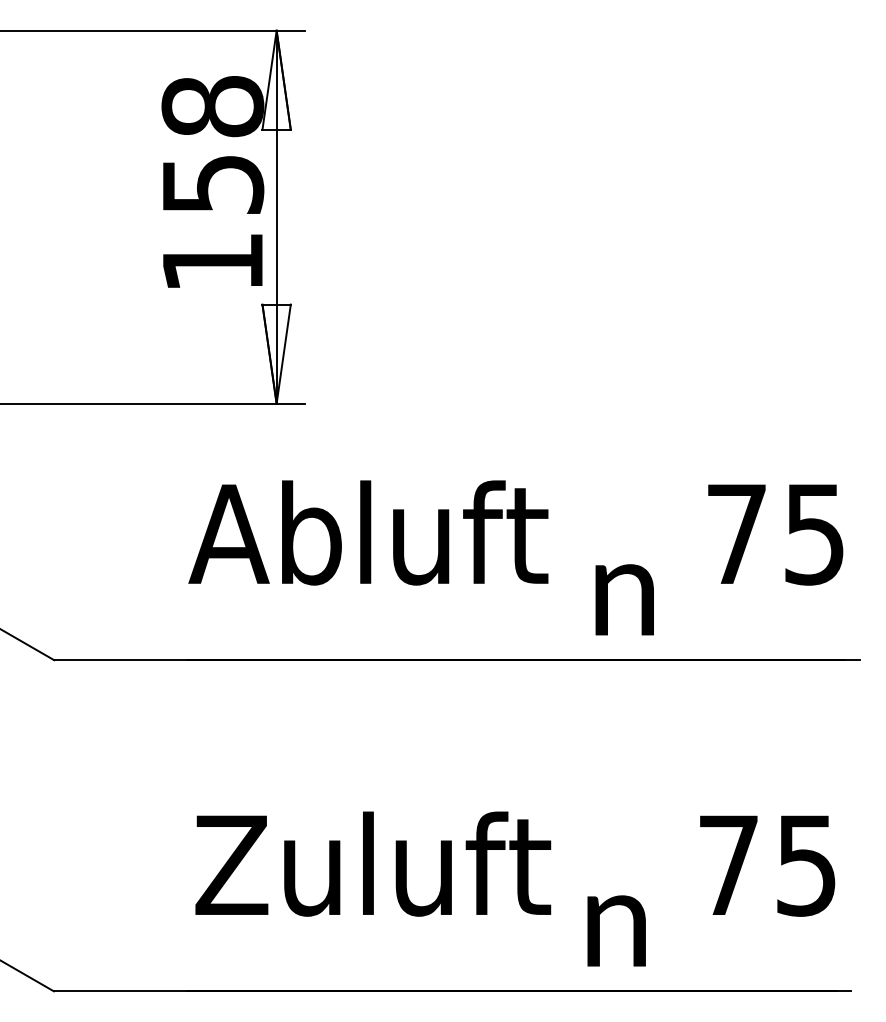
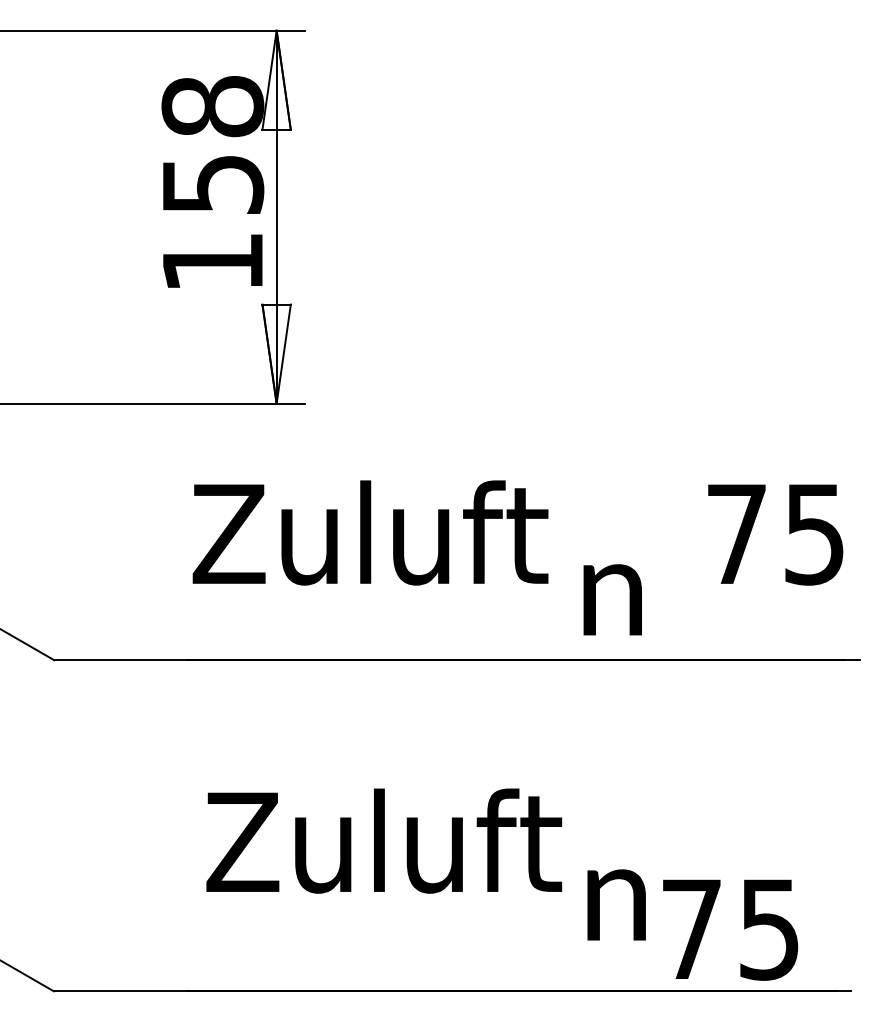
text at (264, 532): Abluft -> Zuluft
text at (624, 599) position: (624, 599) -> (612, 599)
text at (373, 863) position: (373, 863) -> (384, 840)
text at (767, 865) position: (767, 865) -> (730, 929)
text at (616, 930) position: (616, 930) -> (616, 904)
